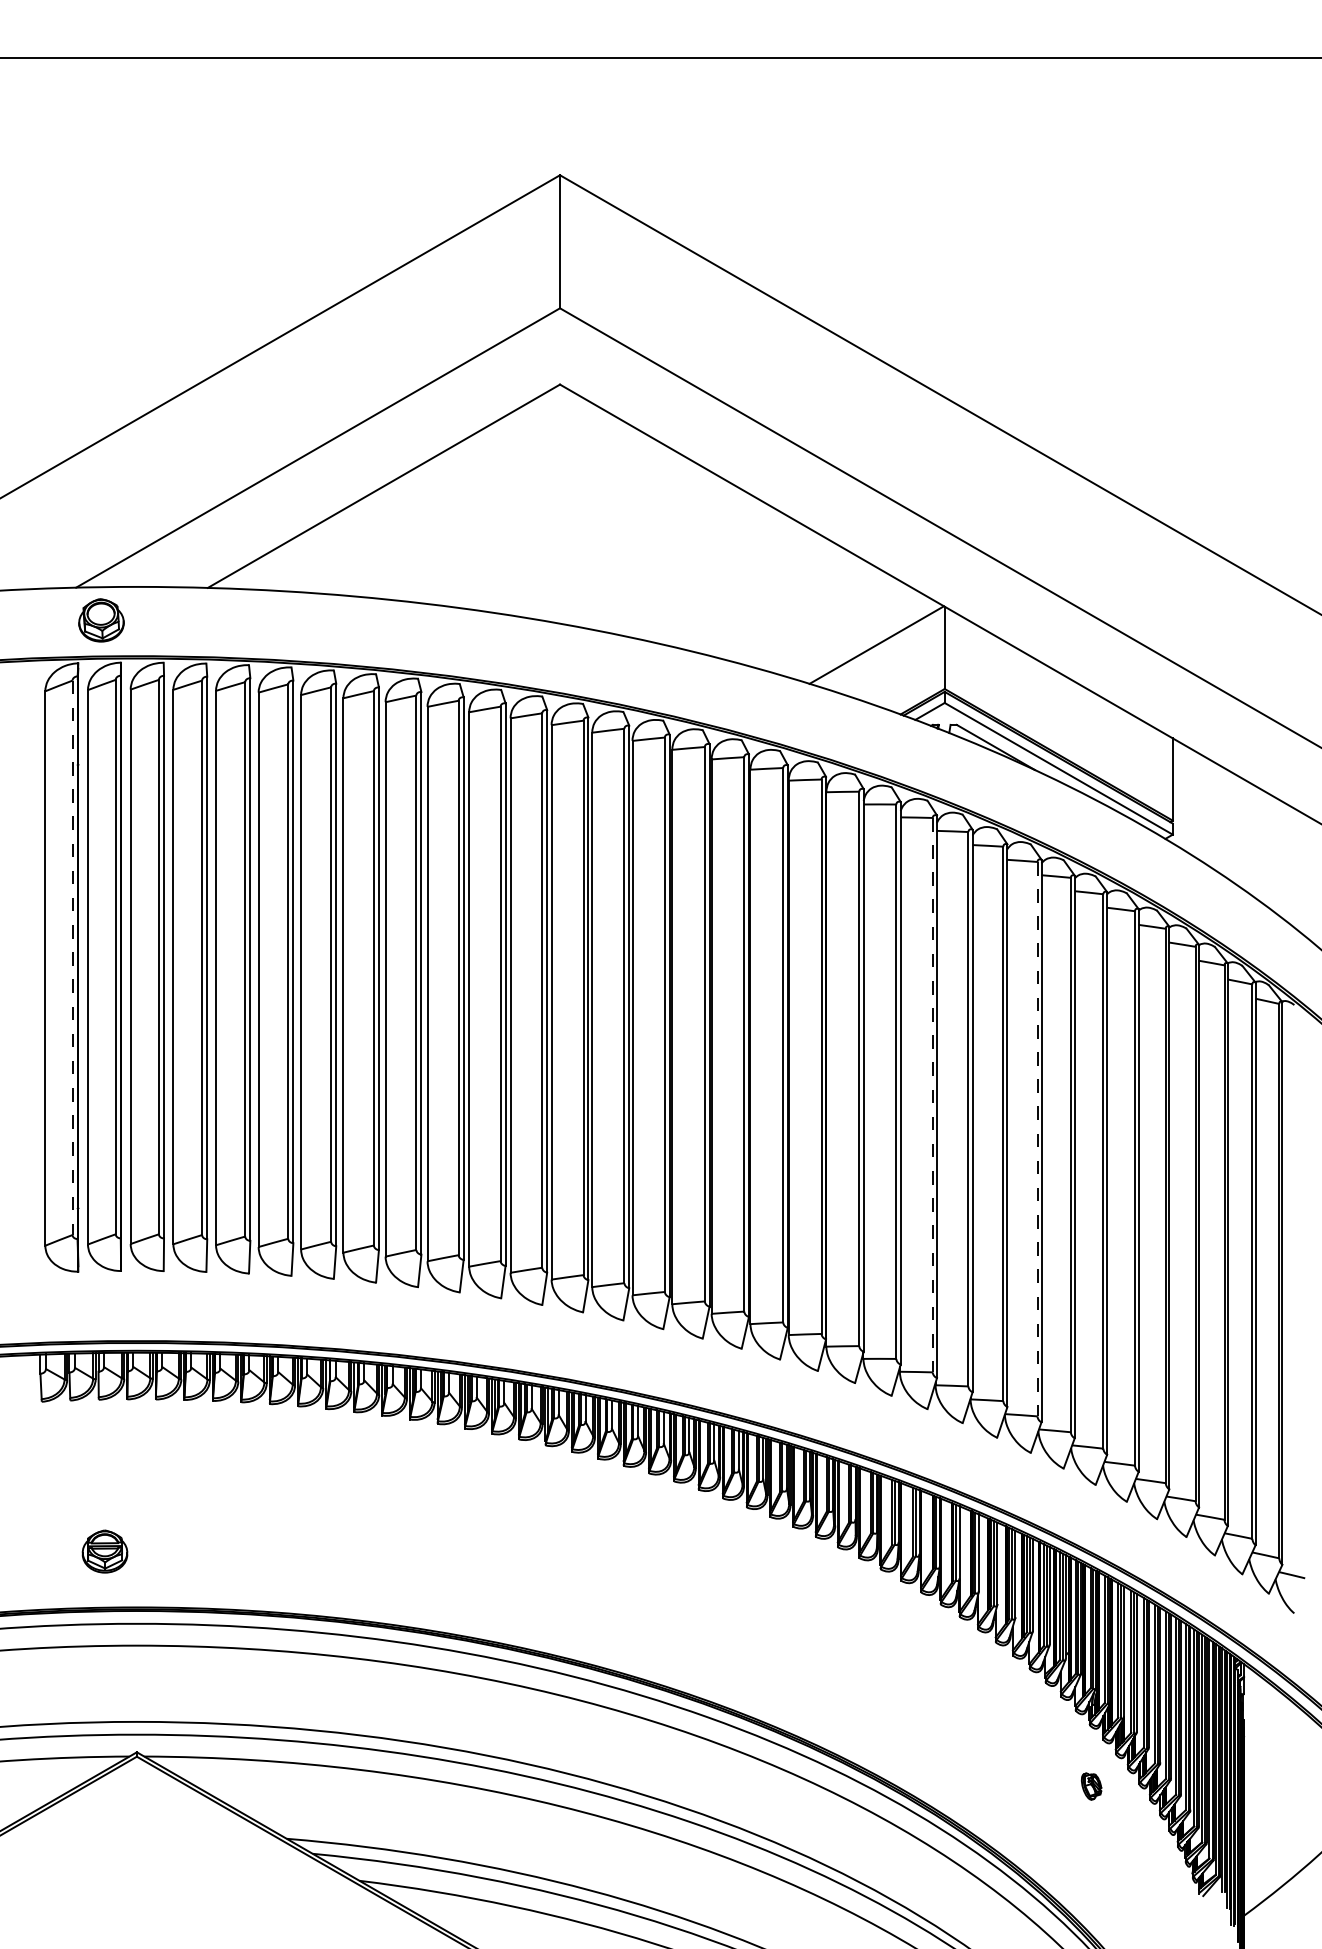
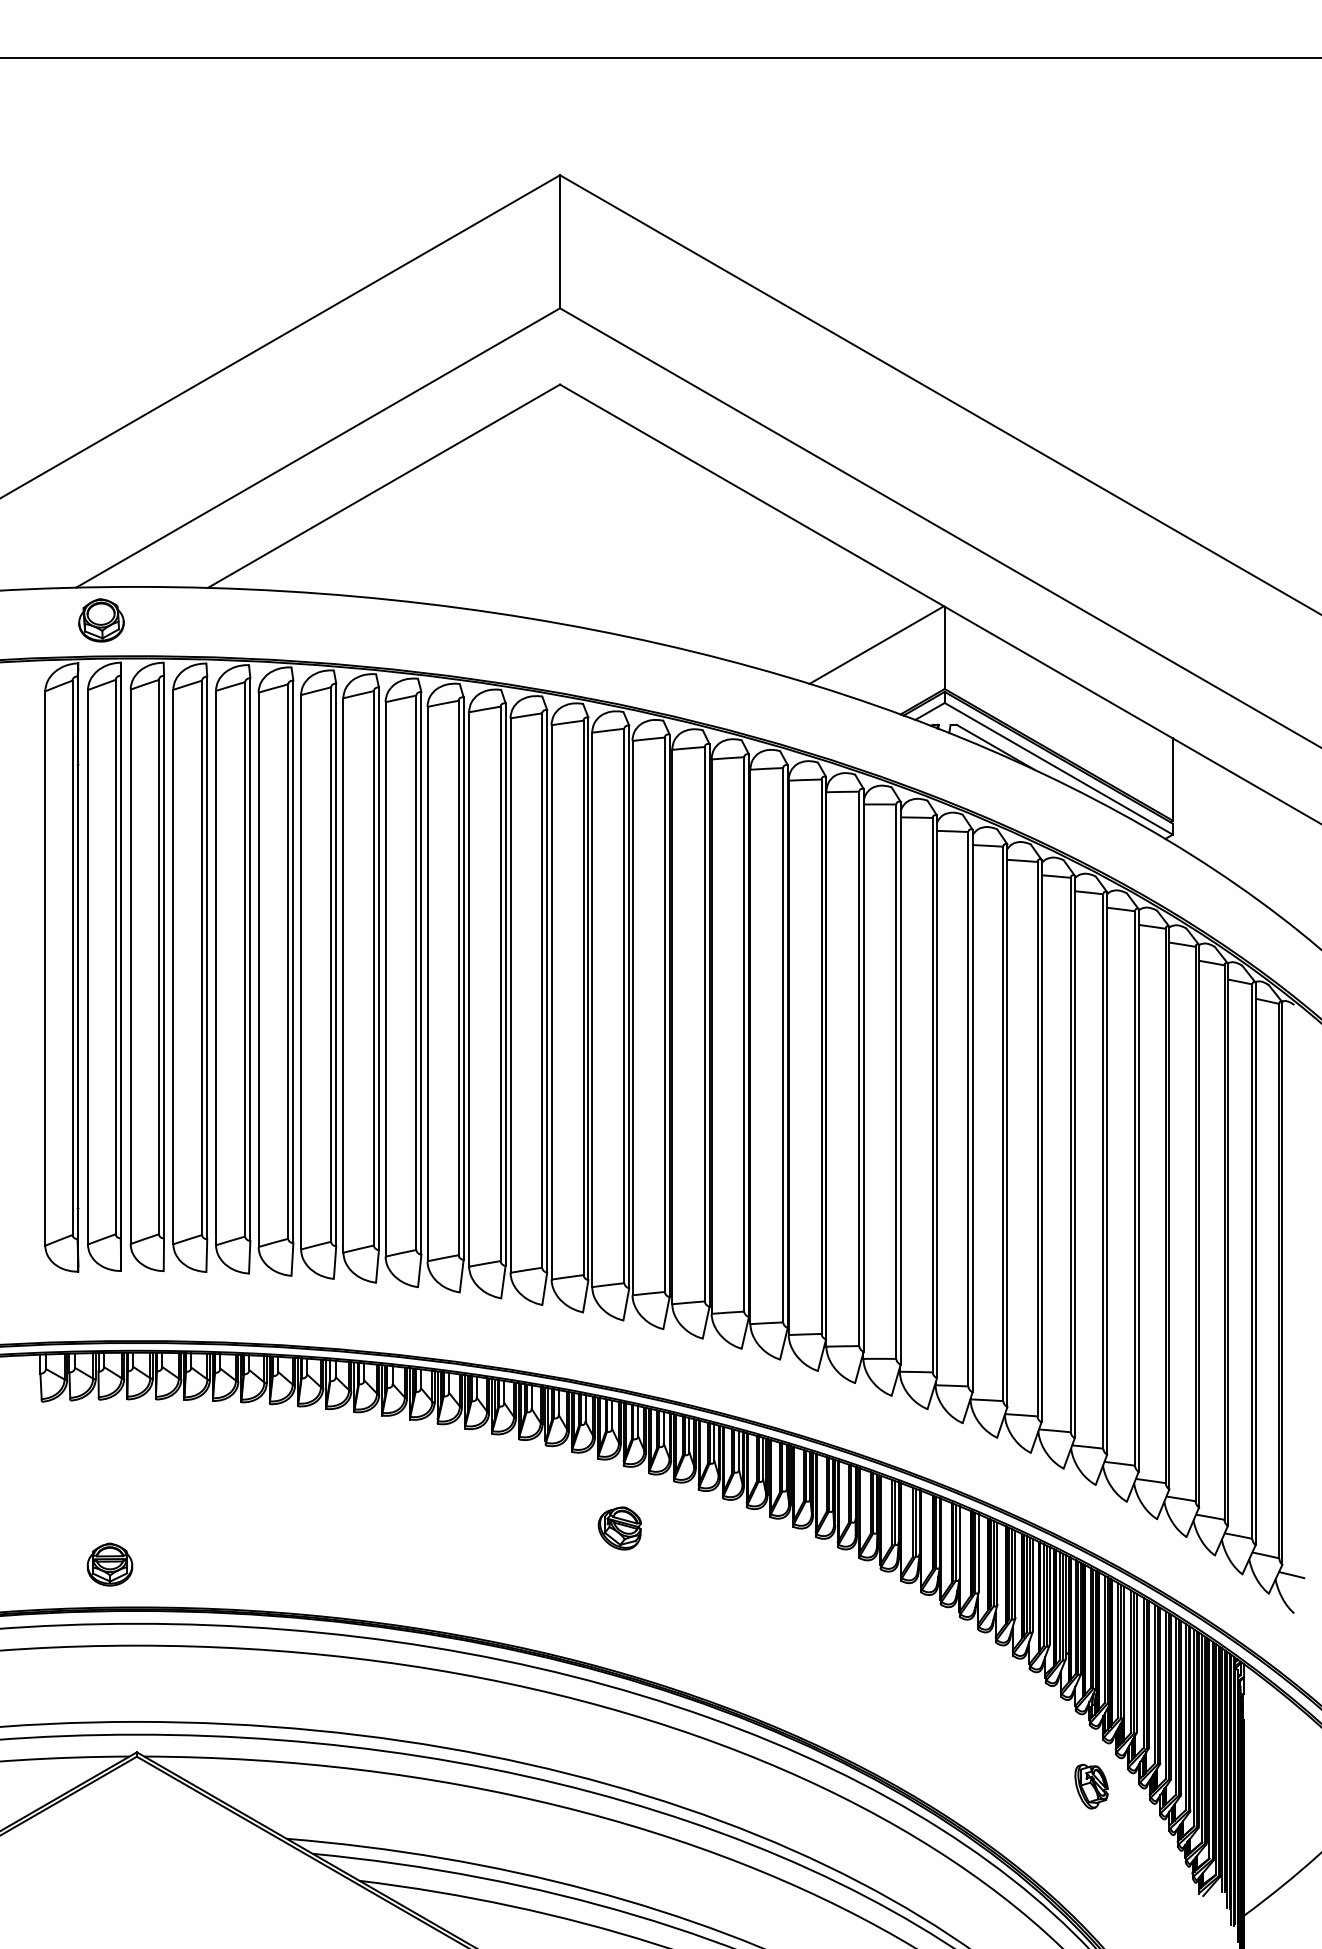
line at (72, 958): dashed -> solid
line at (932, 1095): dashed -> solid
line at (1037, 1139): dashed -> solid
part at (619, 1528): none -> present
part at (104, 1551) position: (104, 1551) -> (109, 1564)
part at (1091, 1786) size: 22x29 px -> 35x47 px
